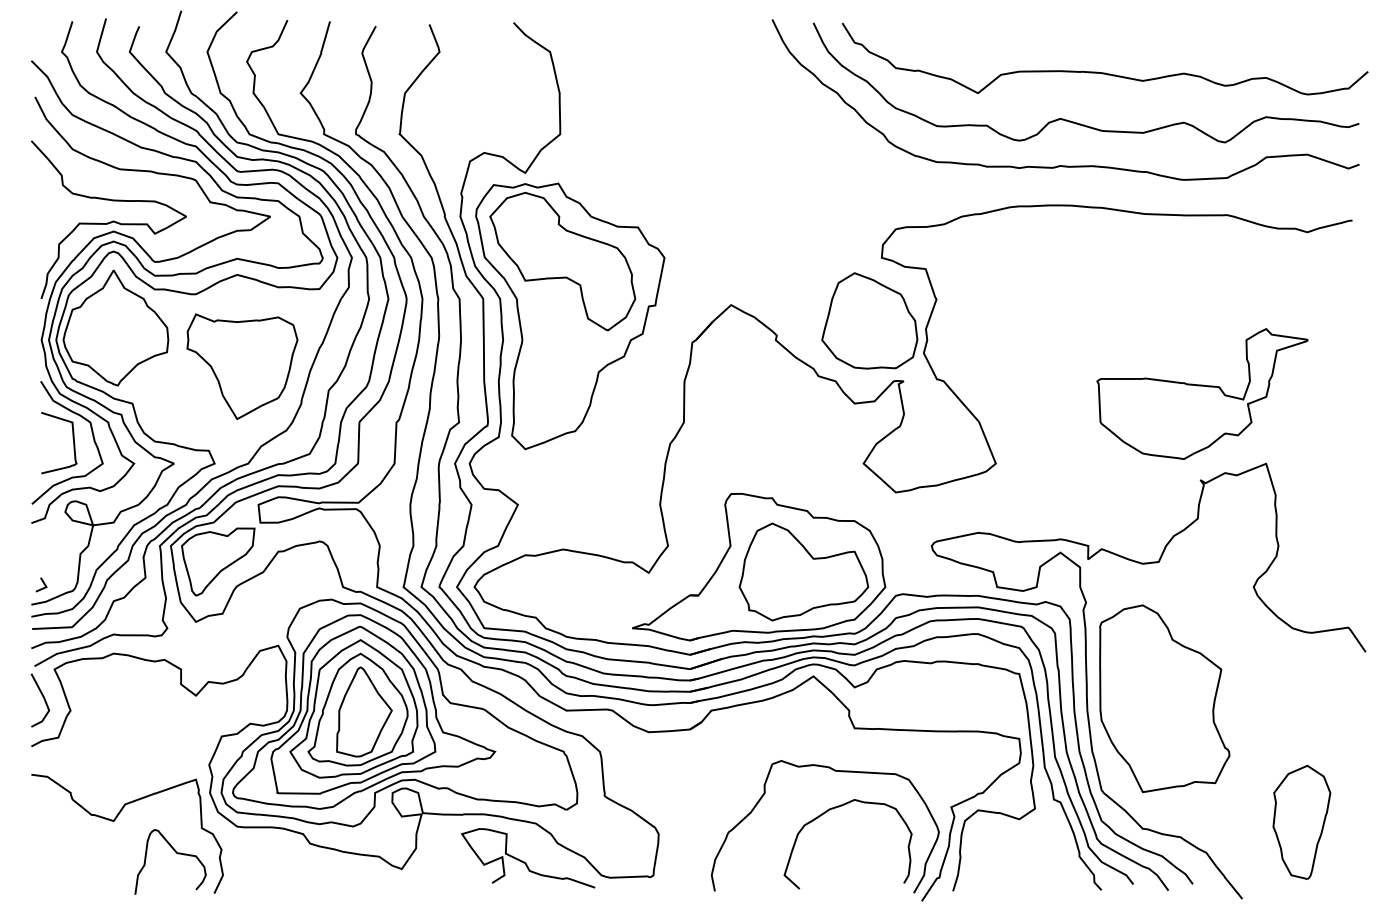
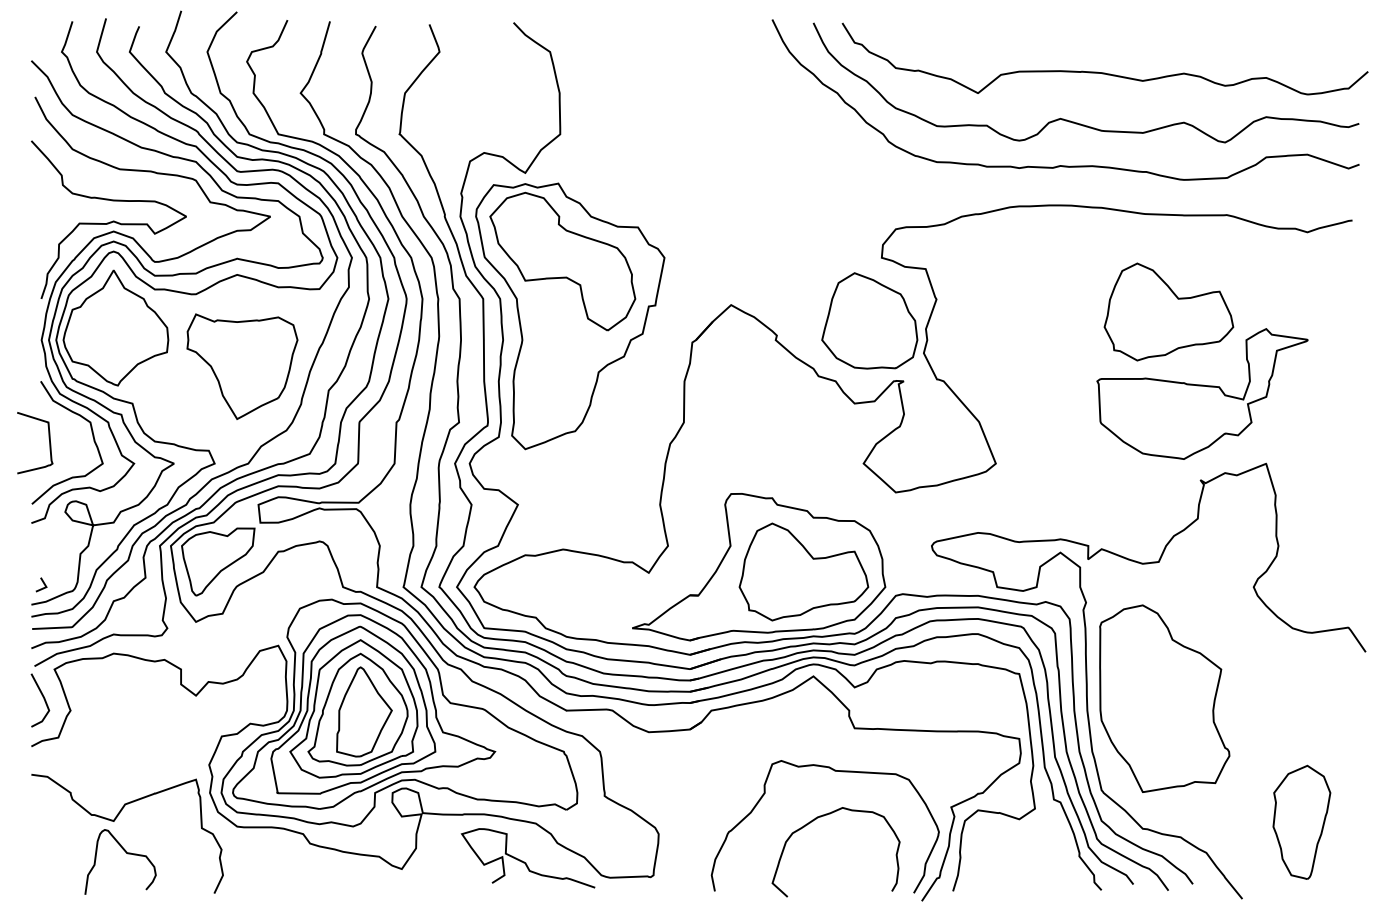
part at (1168, 311): none -> present
curve at (72, 438) position: (72, 438) -> (48, 438)
curve at (836, 808) position: (836, 808) -> (824, 816)
curve at (177, 854) position: (177, 854) -> (127, 854)
